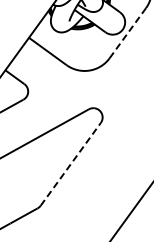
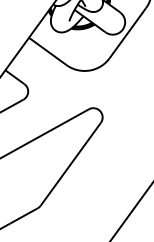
line at (127, 33): dashed -> solid
line at (71, 163): dashed -> solid
